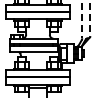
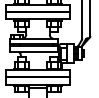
line at (90, 18): dashed -> solid
line at (82, 19): dashed -> solid
